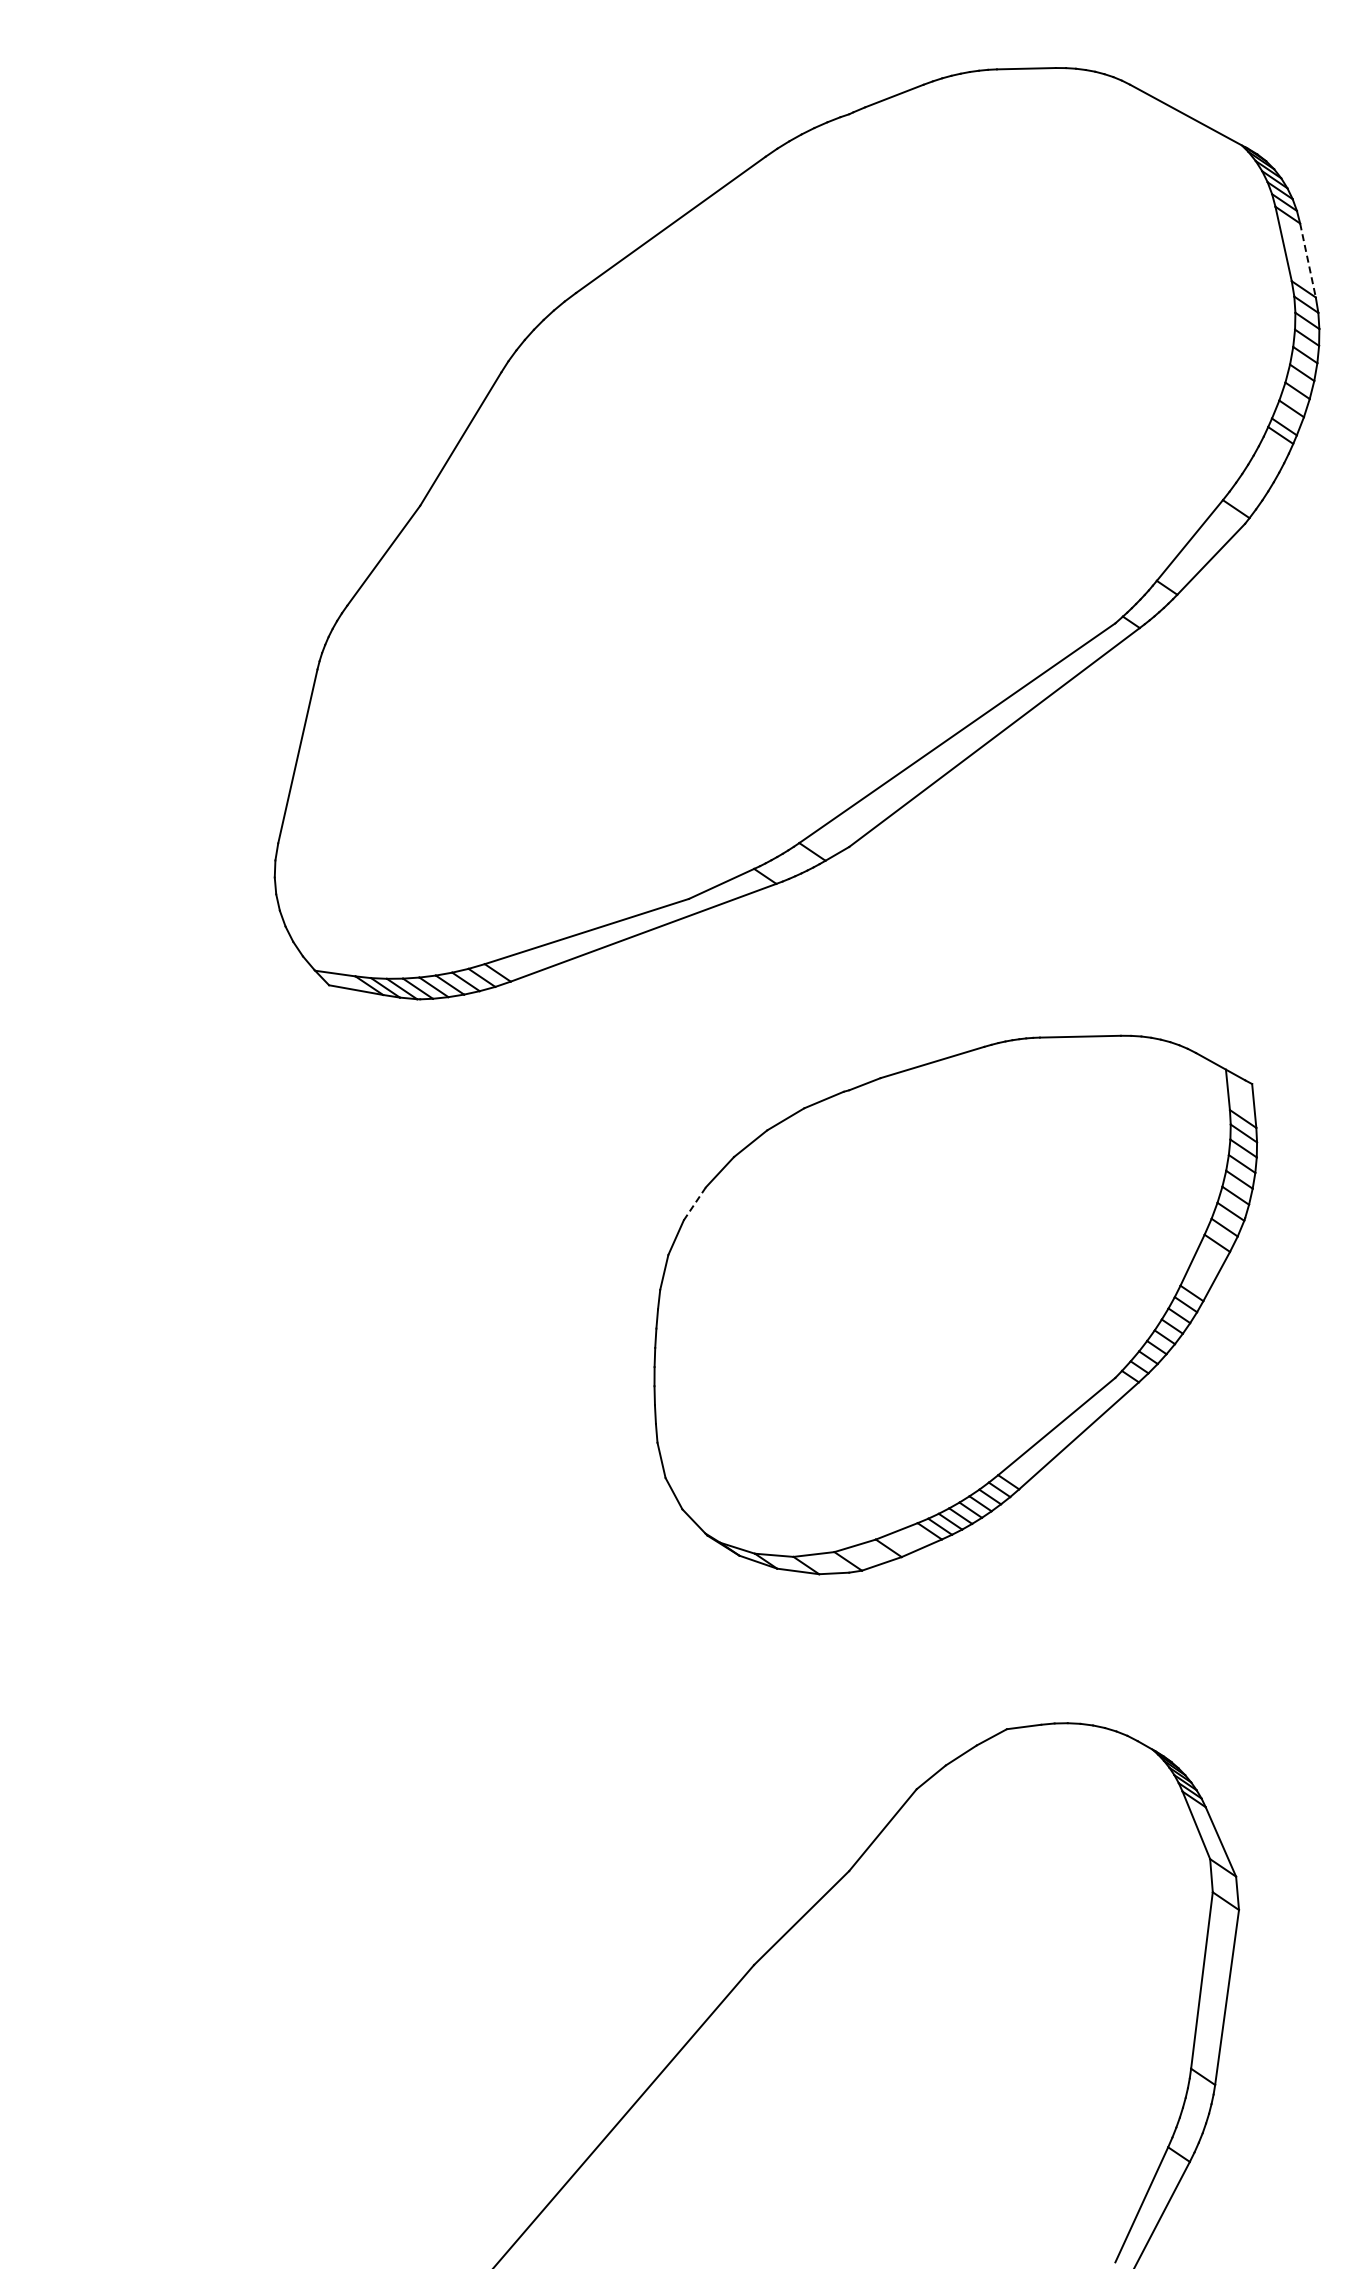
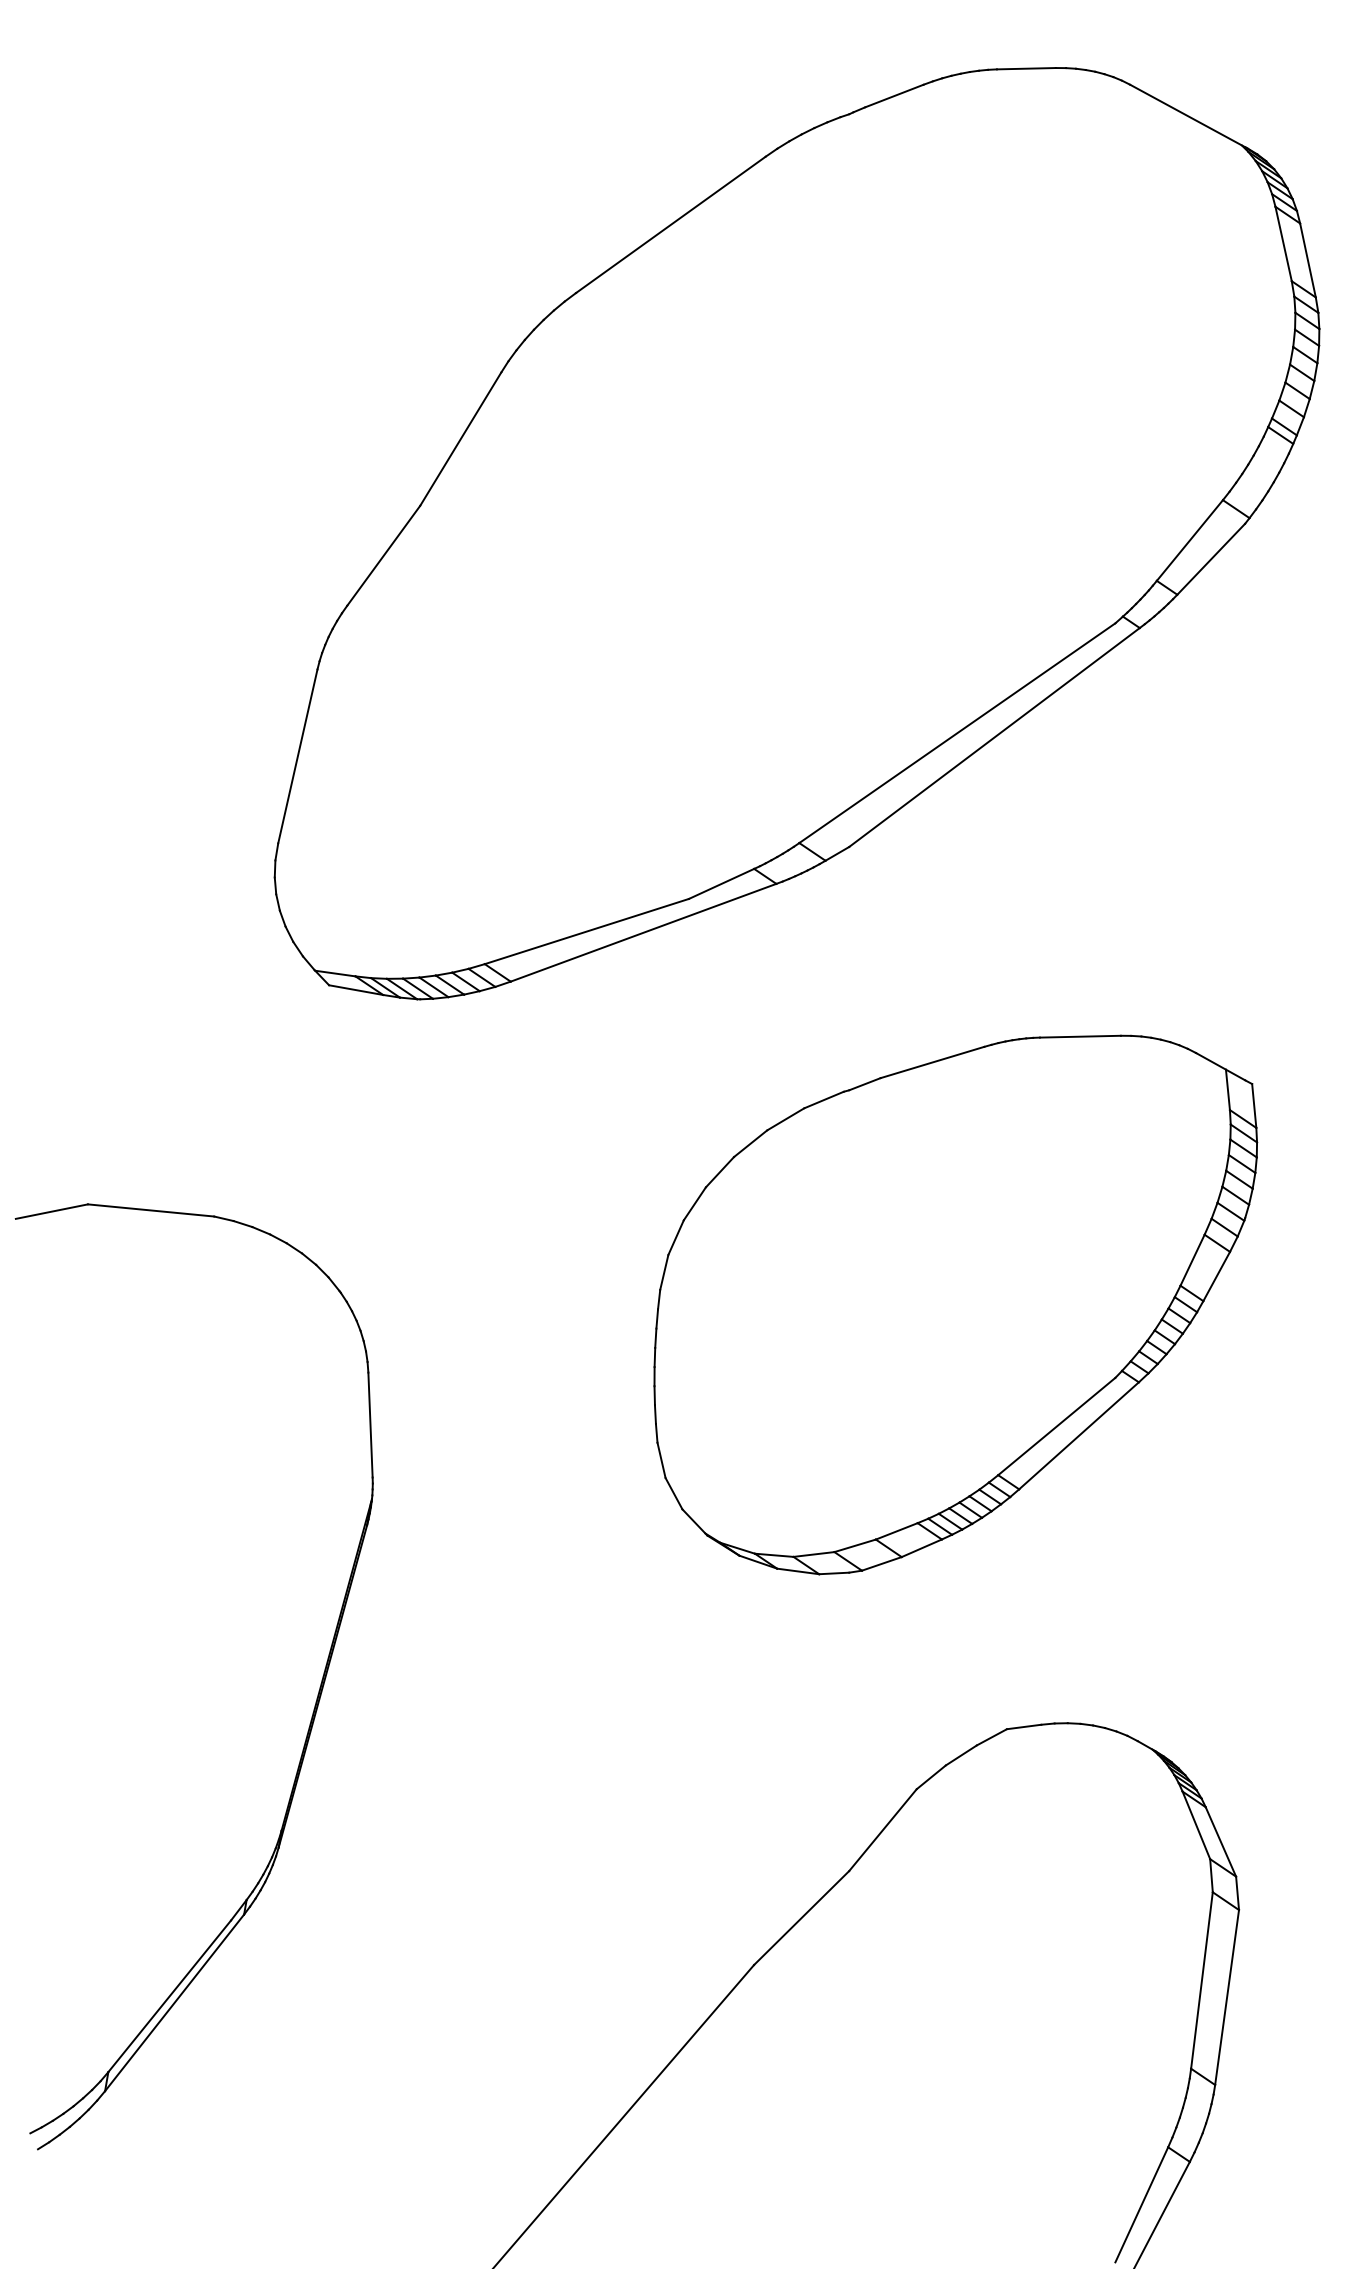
line at (1307, 260): dashed -> solid
line at (694, 1203): dashed -> solid
part at (312, 1712): none -> present
